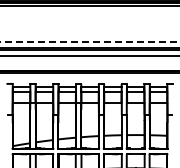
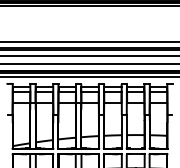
line at (90, 42): dashed -> solid
line at (89, 64): none -> present
line at (89, 76): none -> present
